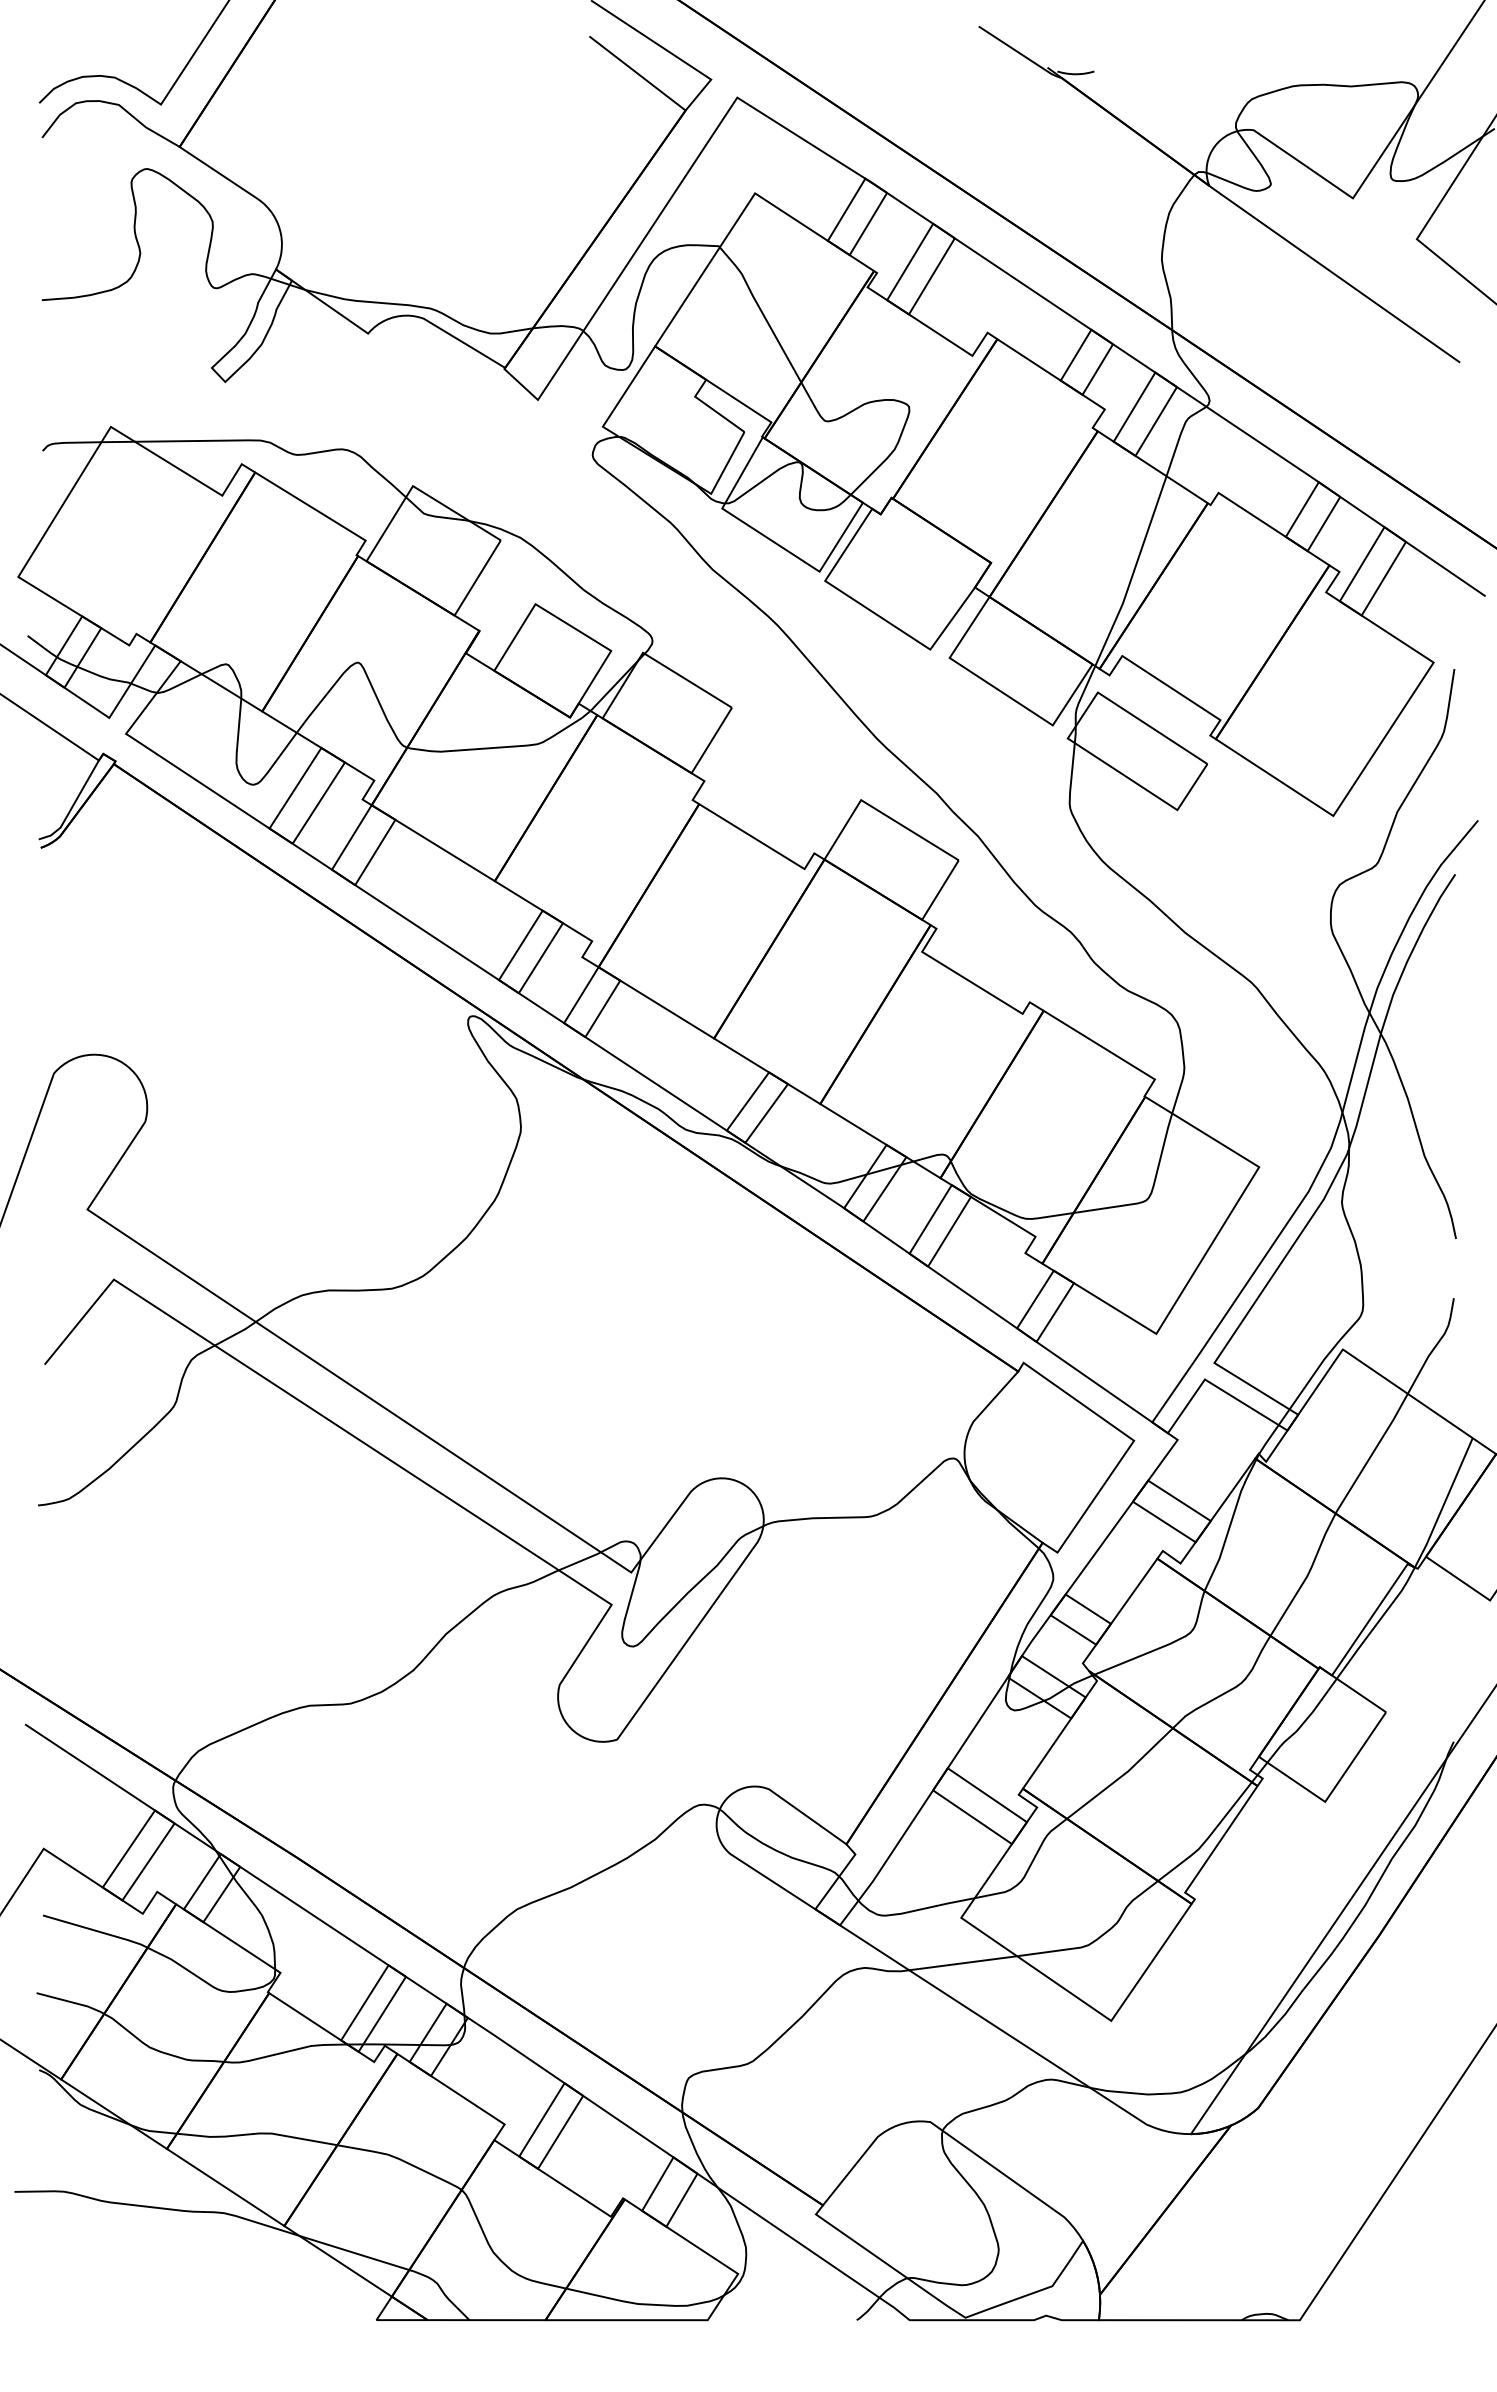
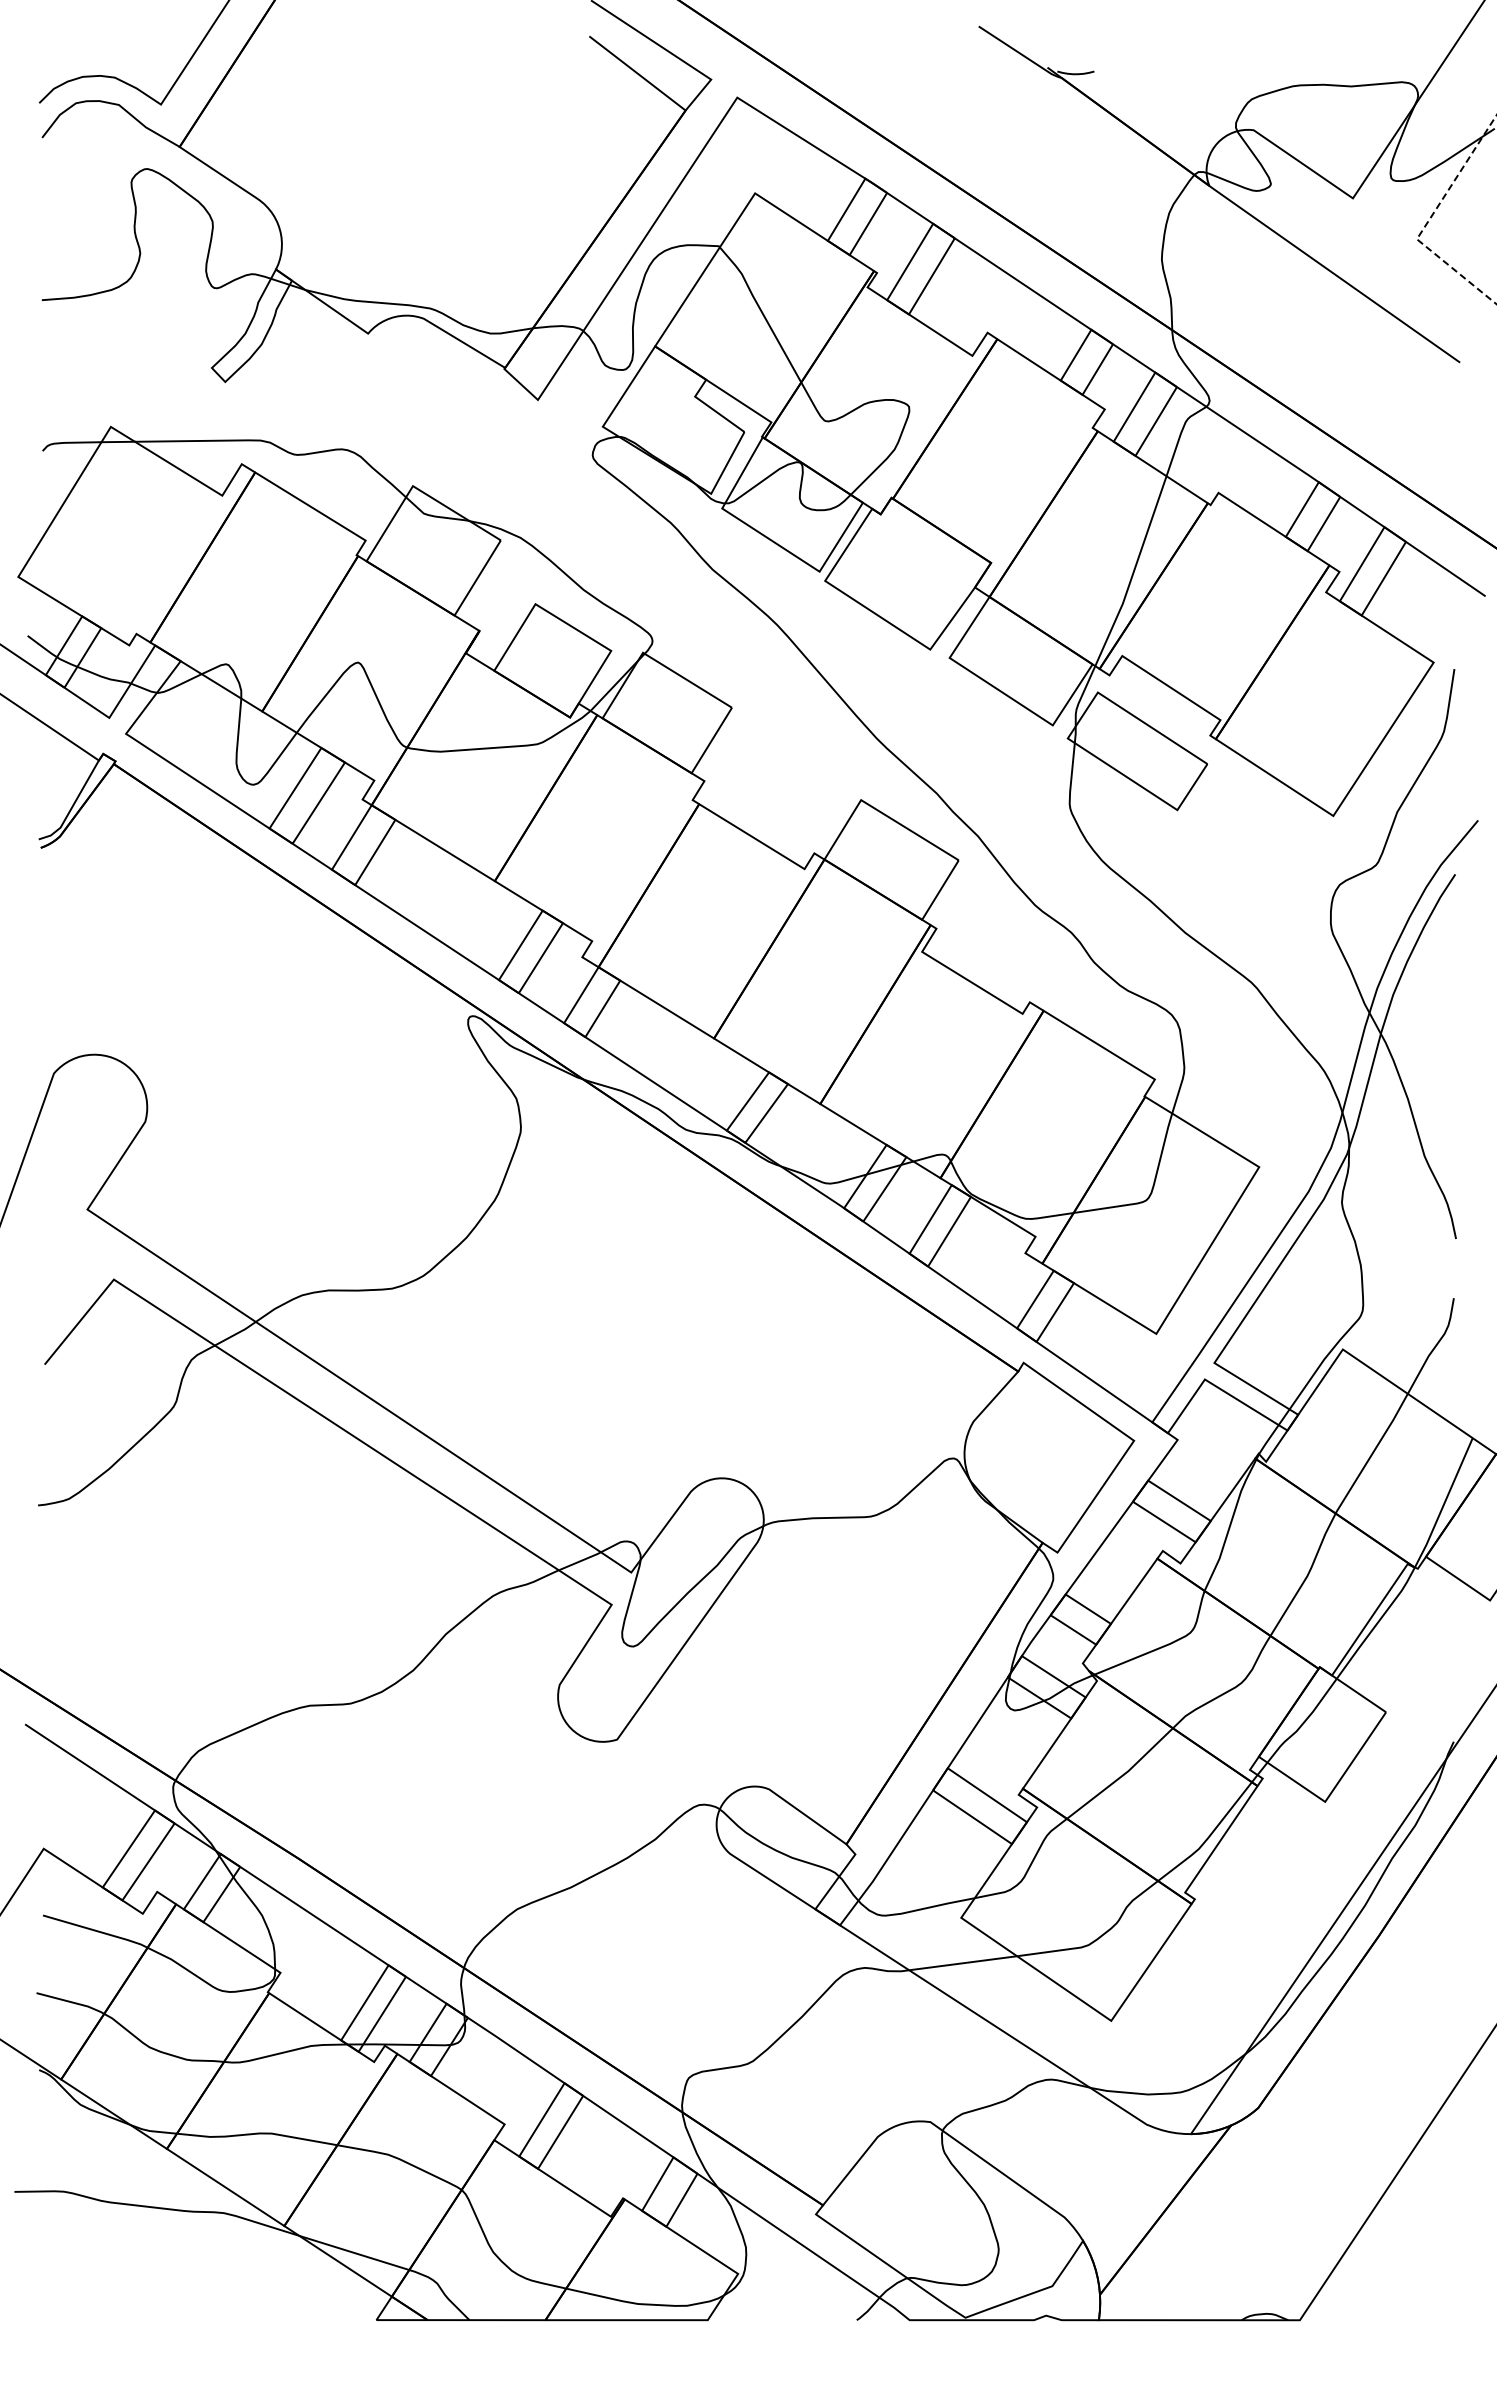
line at (1428, 220): solid -> dashed
